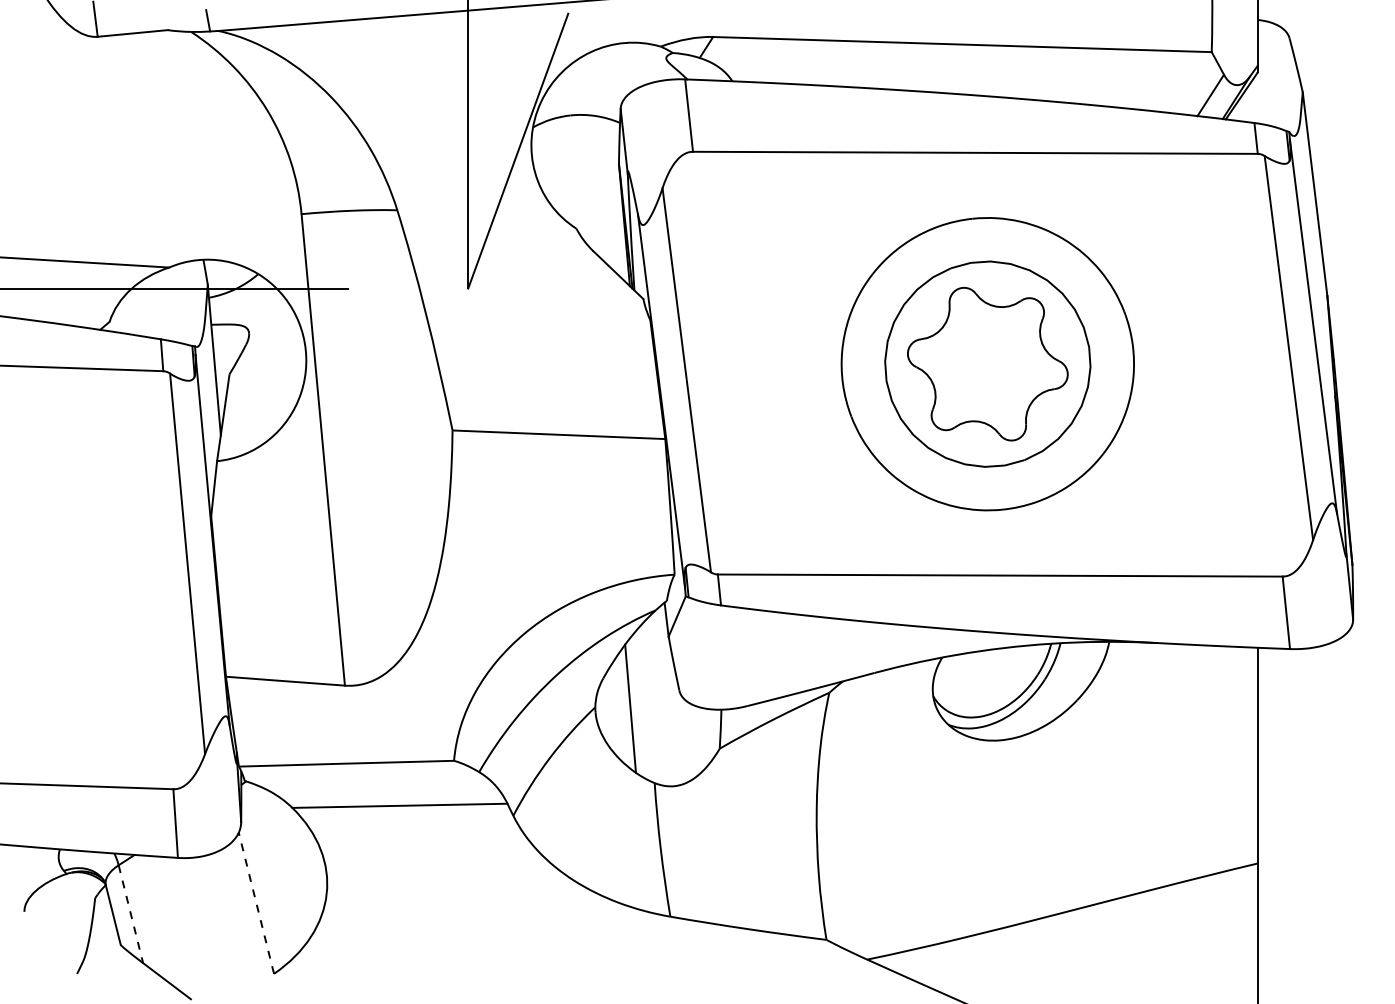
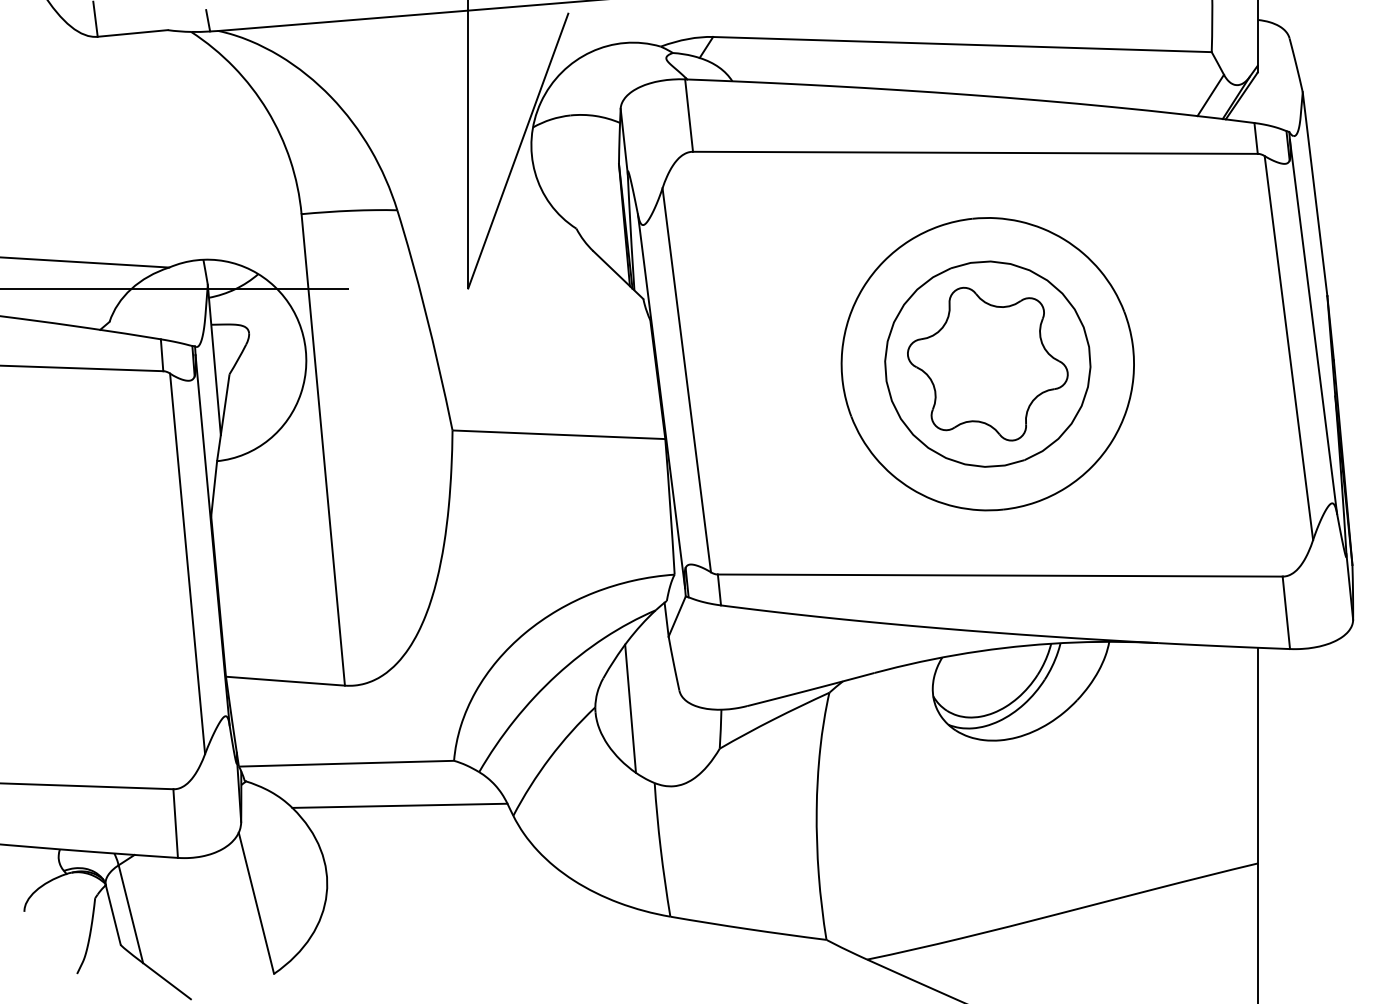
line at (256, 903): dashed -> solid
line at (131, 914): dashed -> solid
